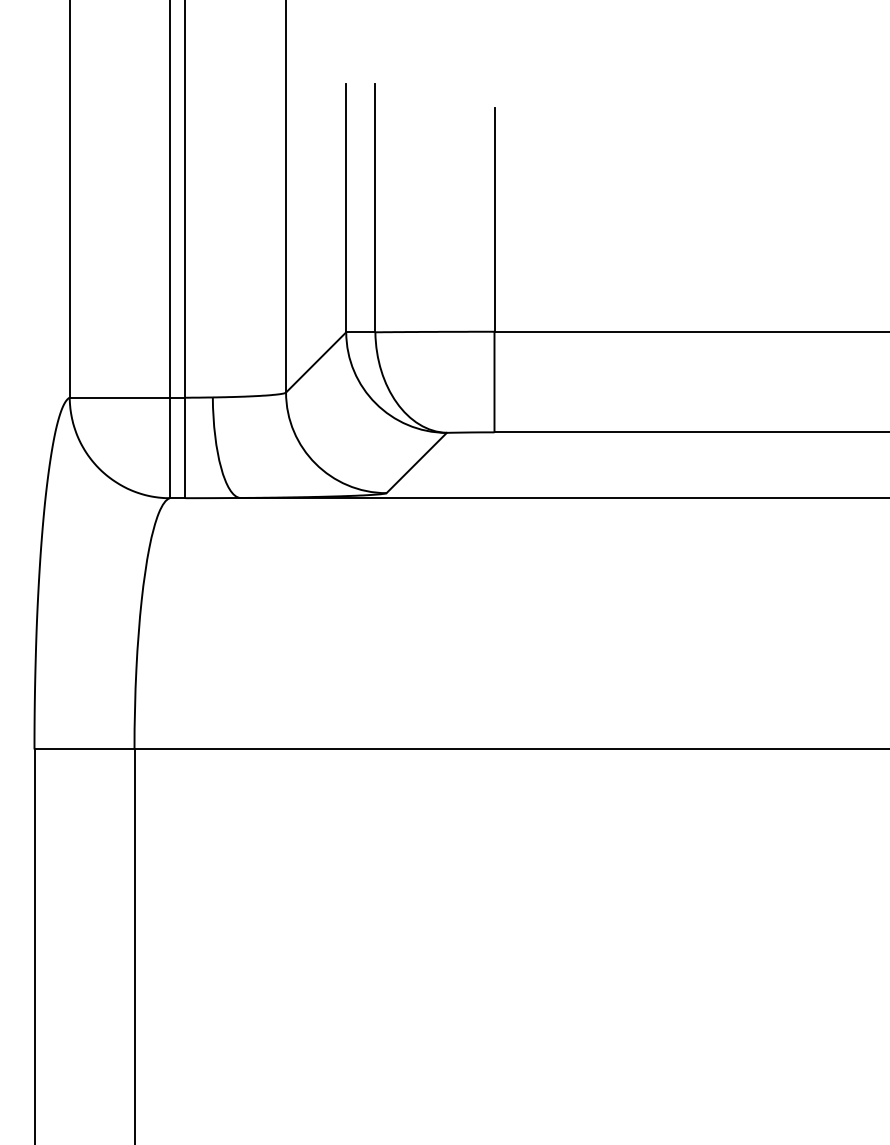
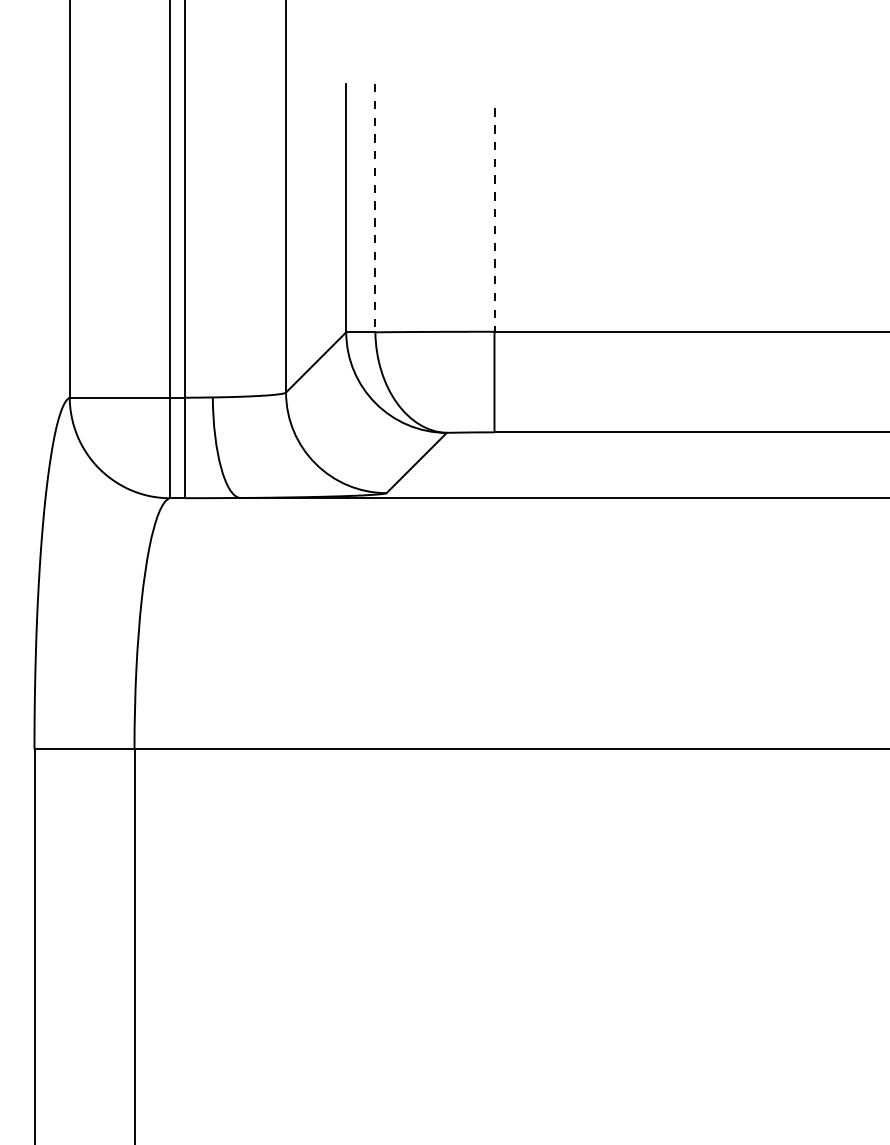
line at (375, 208): solid -> dashed
line at (494, 220): solid -> dashed
